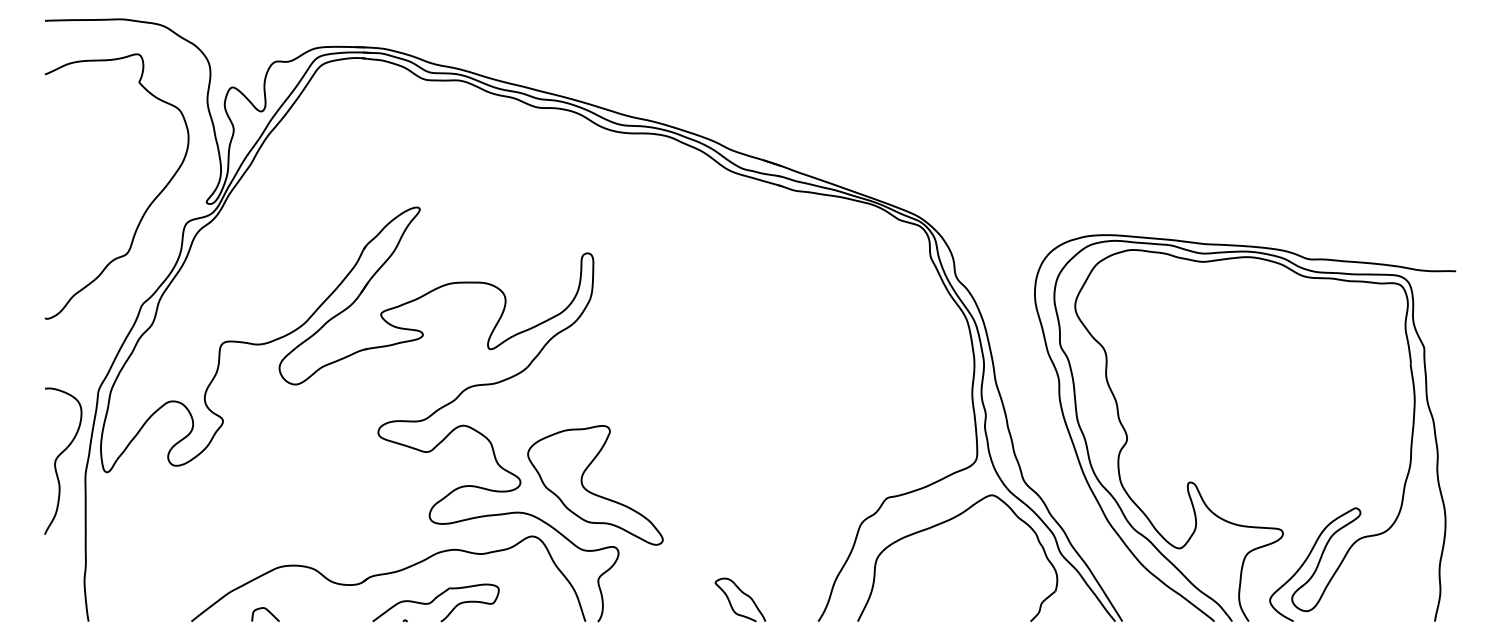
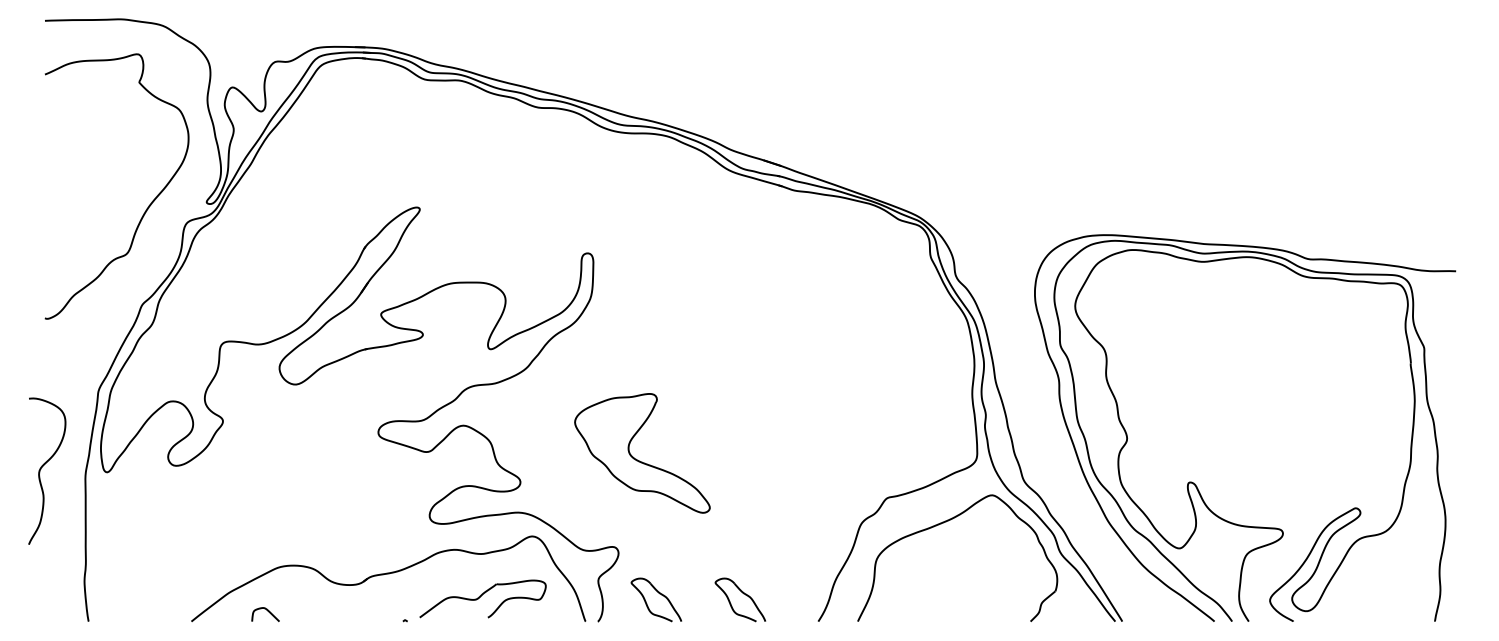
curve at (59, 456) position: (59, 456) -> (43, 466)
part at (592, 492) position: (592, 492) -> (639, 460)
part at (656, 599): none -> present
part at (435, 602) position: (435, 602) -> (482, 598)
